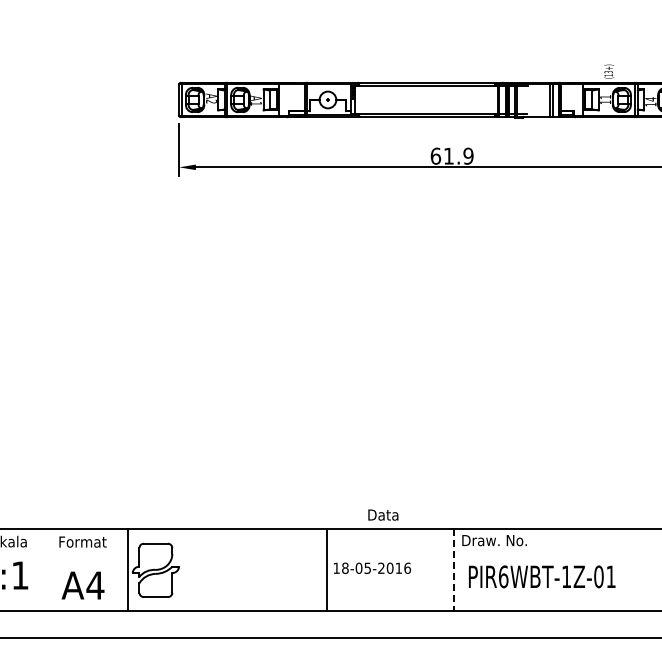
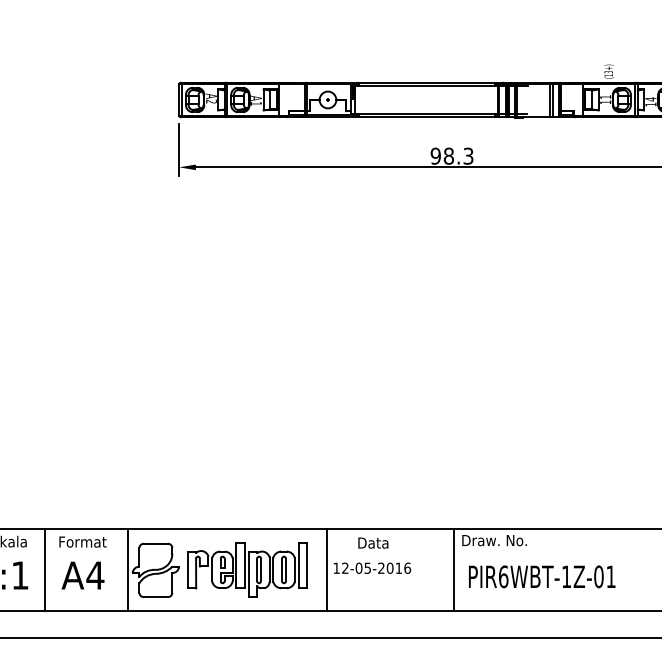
text at (451, 155): 61.9 -> 98.3
text at (383, 514) position: (383, 514) -> (373, 542)
text at (345, 567): 18-05-2016 -> 12-05-2016
line at (44, 569): none -> present
part at (247, 569): none -> present
line at (454, 569): dashed -> solid
text at (82, 585) position: (82, 585) -> (82, 575)
